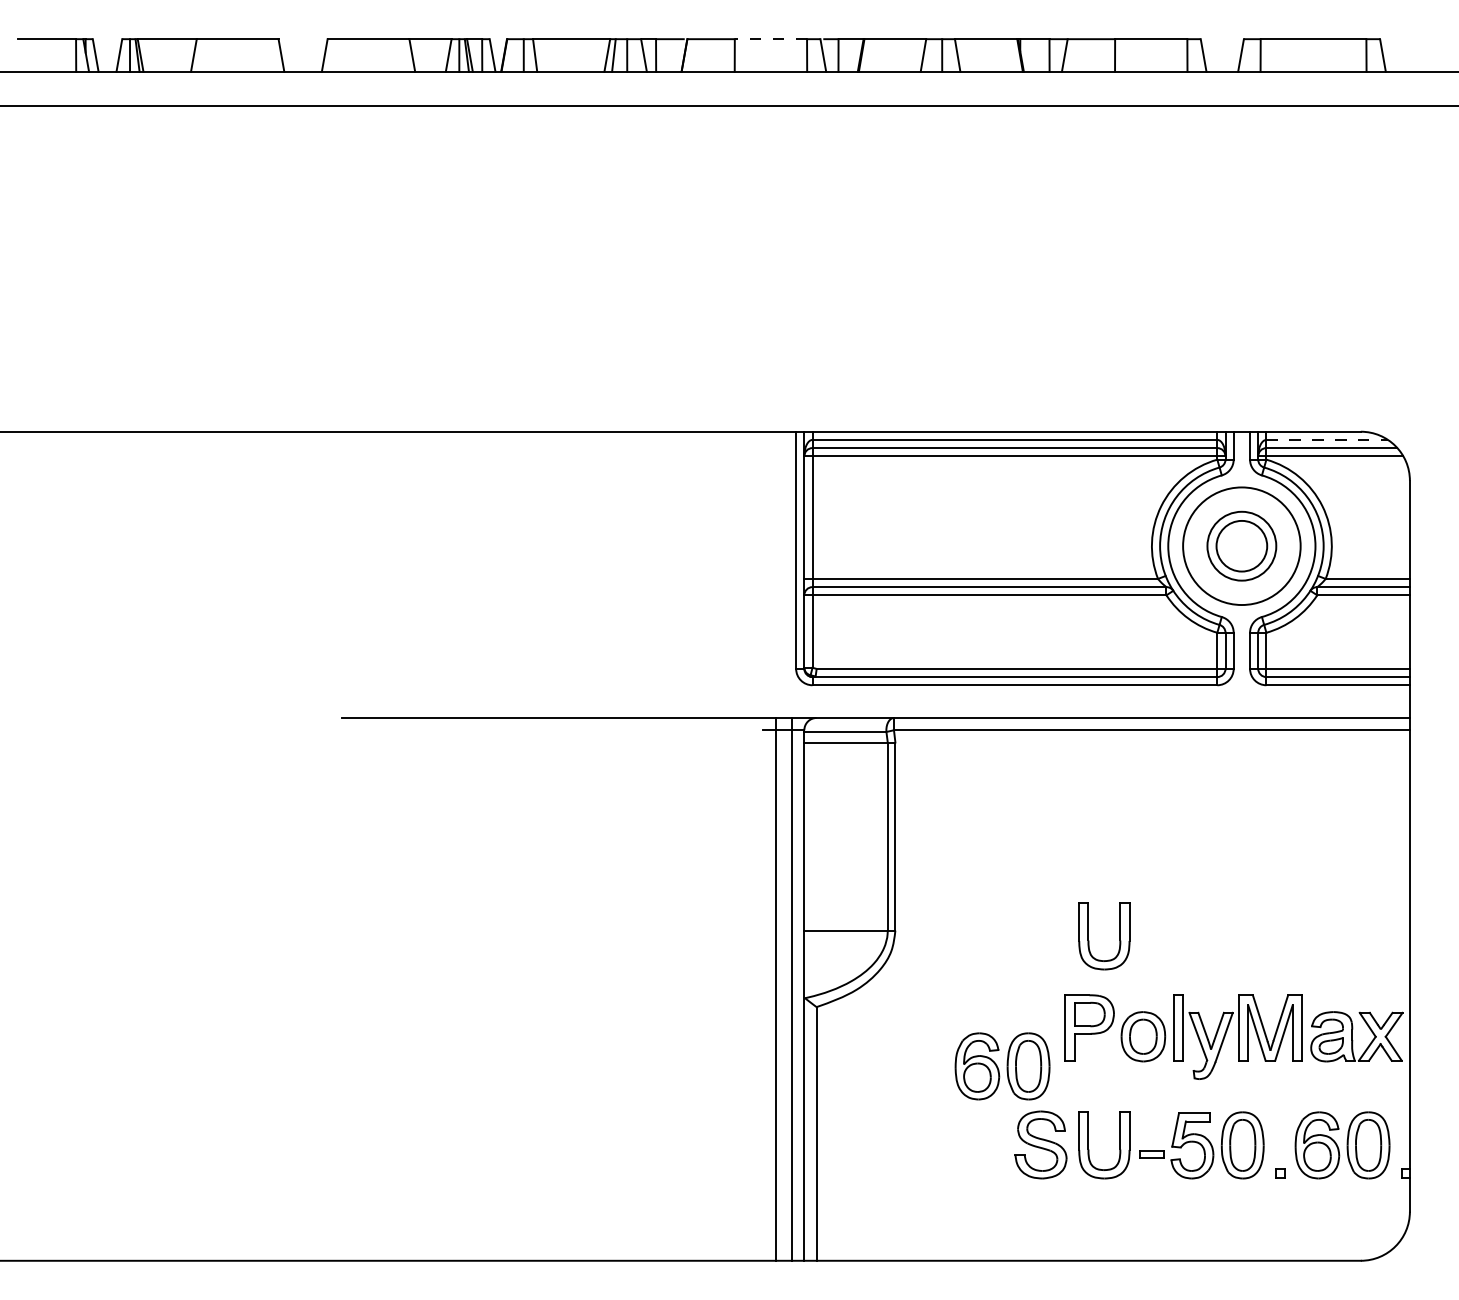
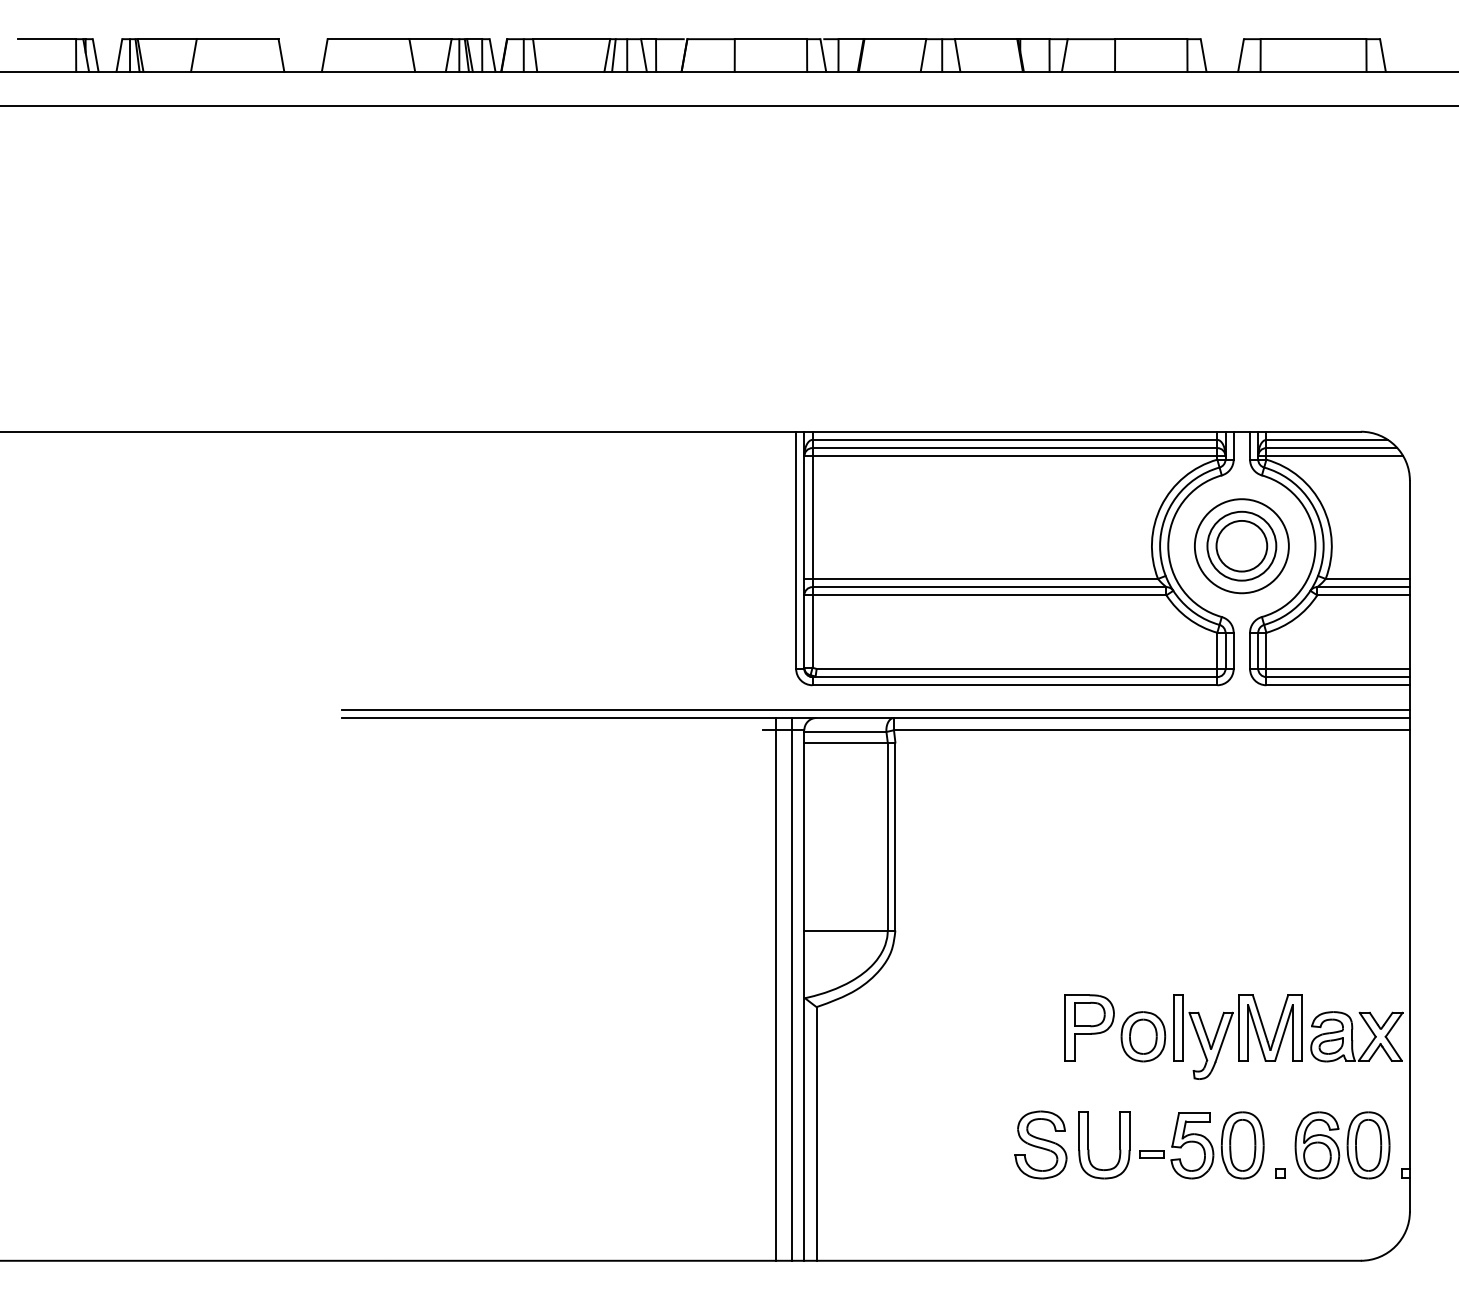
line at (770, 39): dashed -> solid
line at (1327, 439): dashed -> solid
circle at (1241, 546) diameter: 118 px -> 94 px
line at (875, 709): none -> present
part at (1119, 936): present -> none
part at (1002, 1066): present -> none
